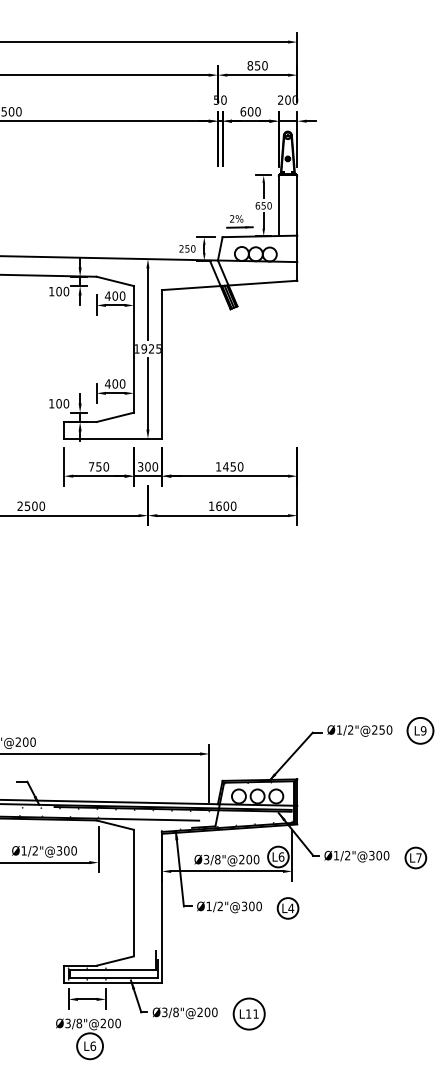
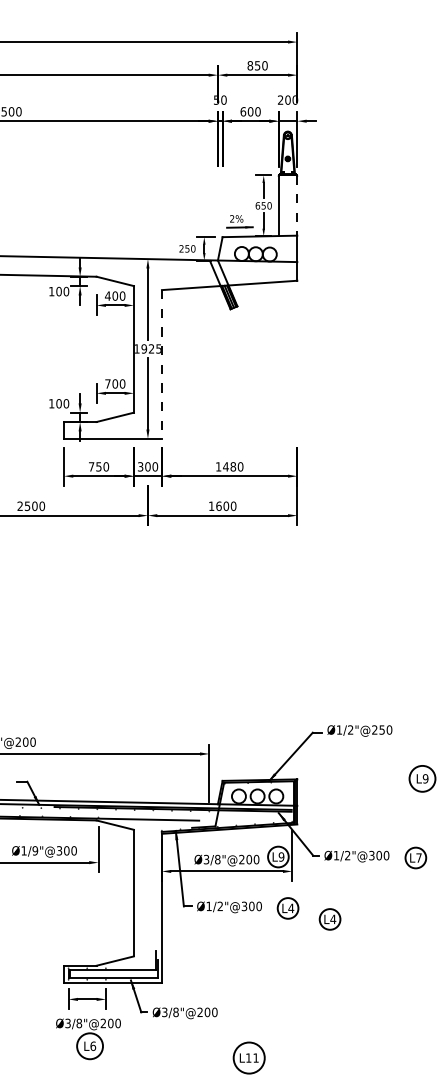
line at (297, 206): solid -> dashed
line at (161, 364): solid -> dashed
text at (107, 383): 400 -> 700
text at (233, 466): 1450 -> 1480
part at (420, 730) position: (420, 730) -> (422, 778)
text at (35, 850): Ø1/2"@300 -> Ø1/9"@300
text at (281, 856): L6 -> L9
part at (329, 919): none -> present
part at (248, 1013) position: (248, 1013) -> (248, 1057)
